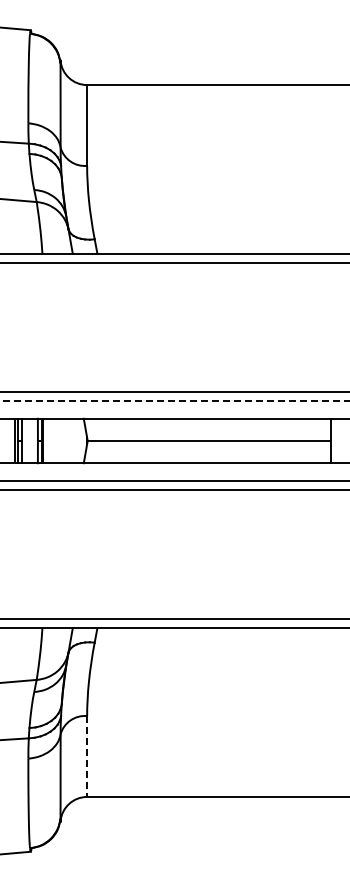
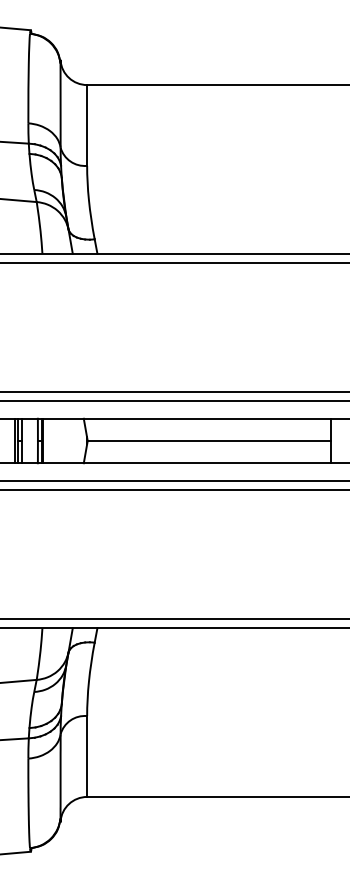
line at (174, 400): dashed -> solid
line at (87, 757): dashed -> solid
